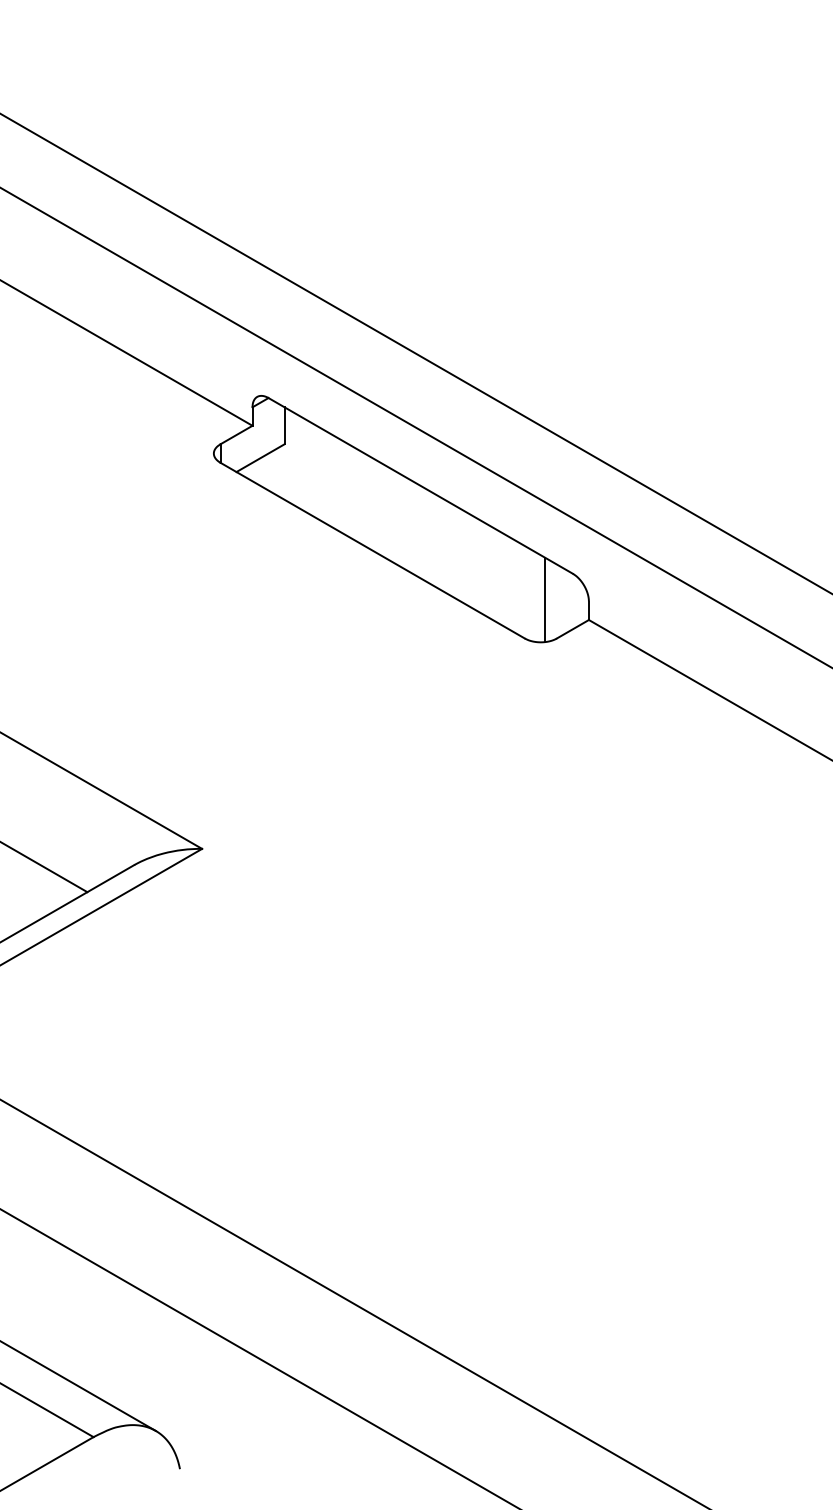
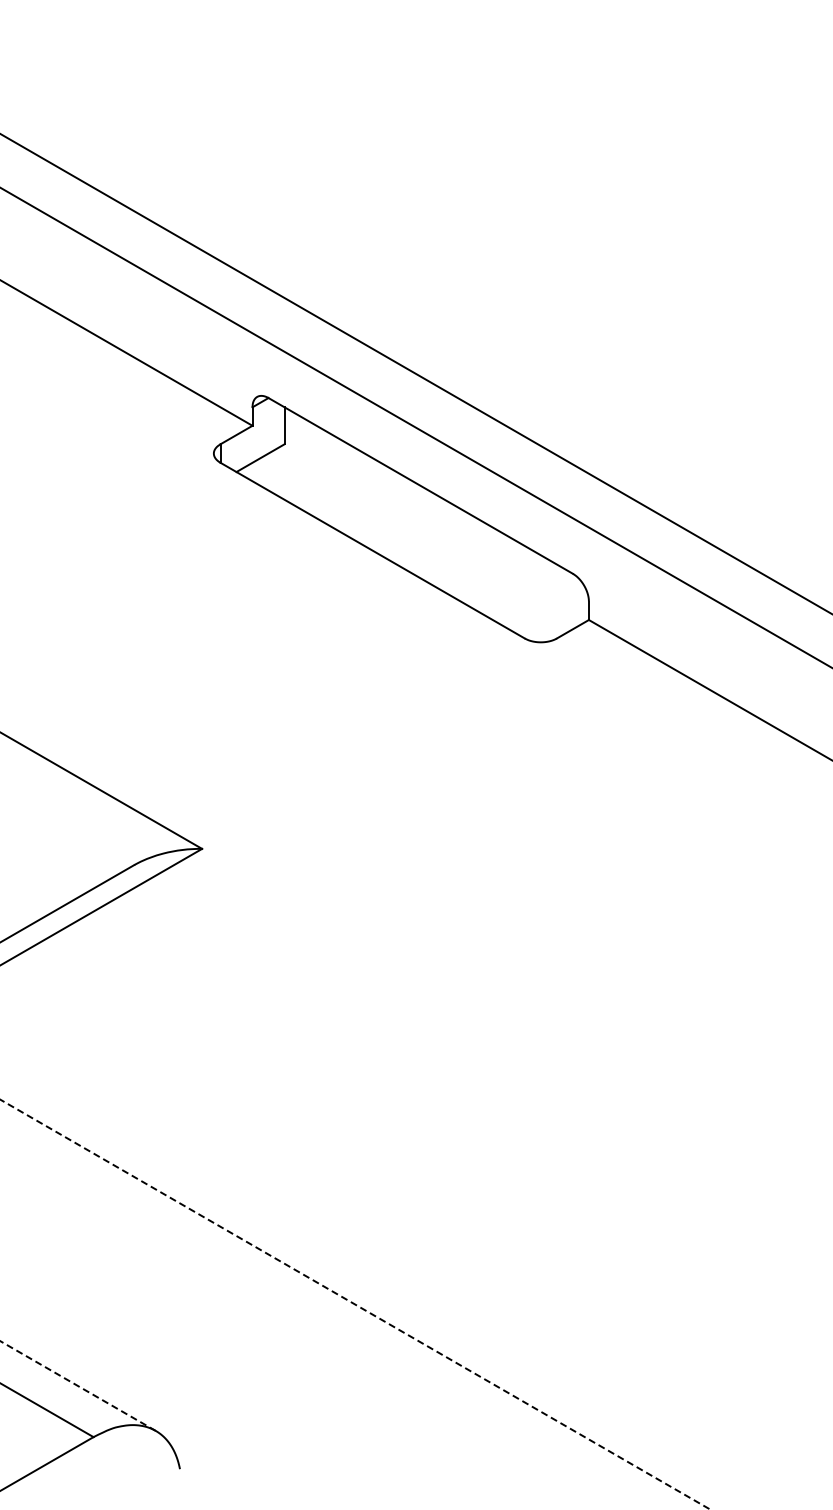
line at (415, 353) position: (415, 353) -> (415, 373)
line at (545, 599): present -> none
line at (44, 867): present -> none
line at (355, 1304): solid -> dashed
line at (258, 1358): present -> none
line at (77, 1385): solid -> dashed
